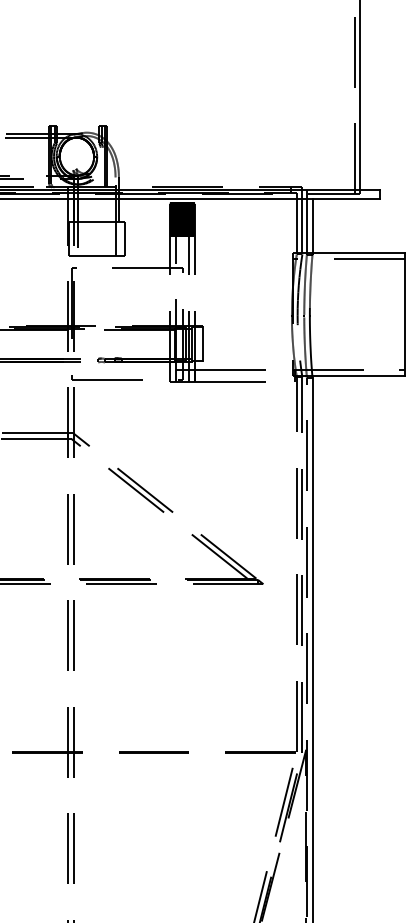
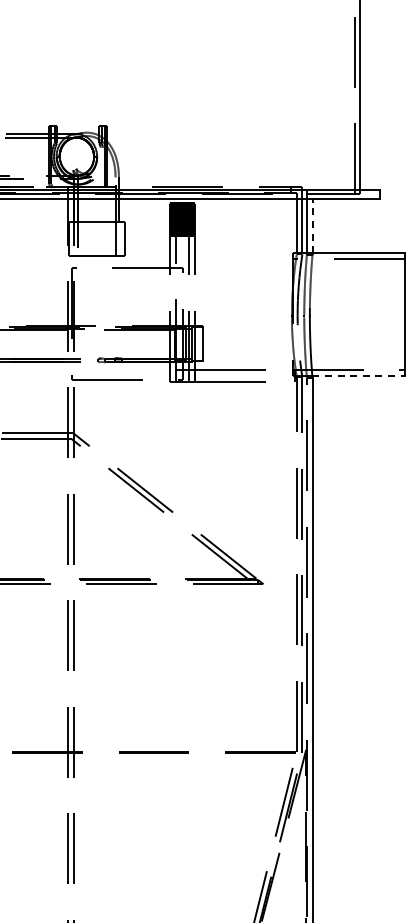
line at (312, 225): solid -> dashed
line at (358, 376): solid -> dashed
